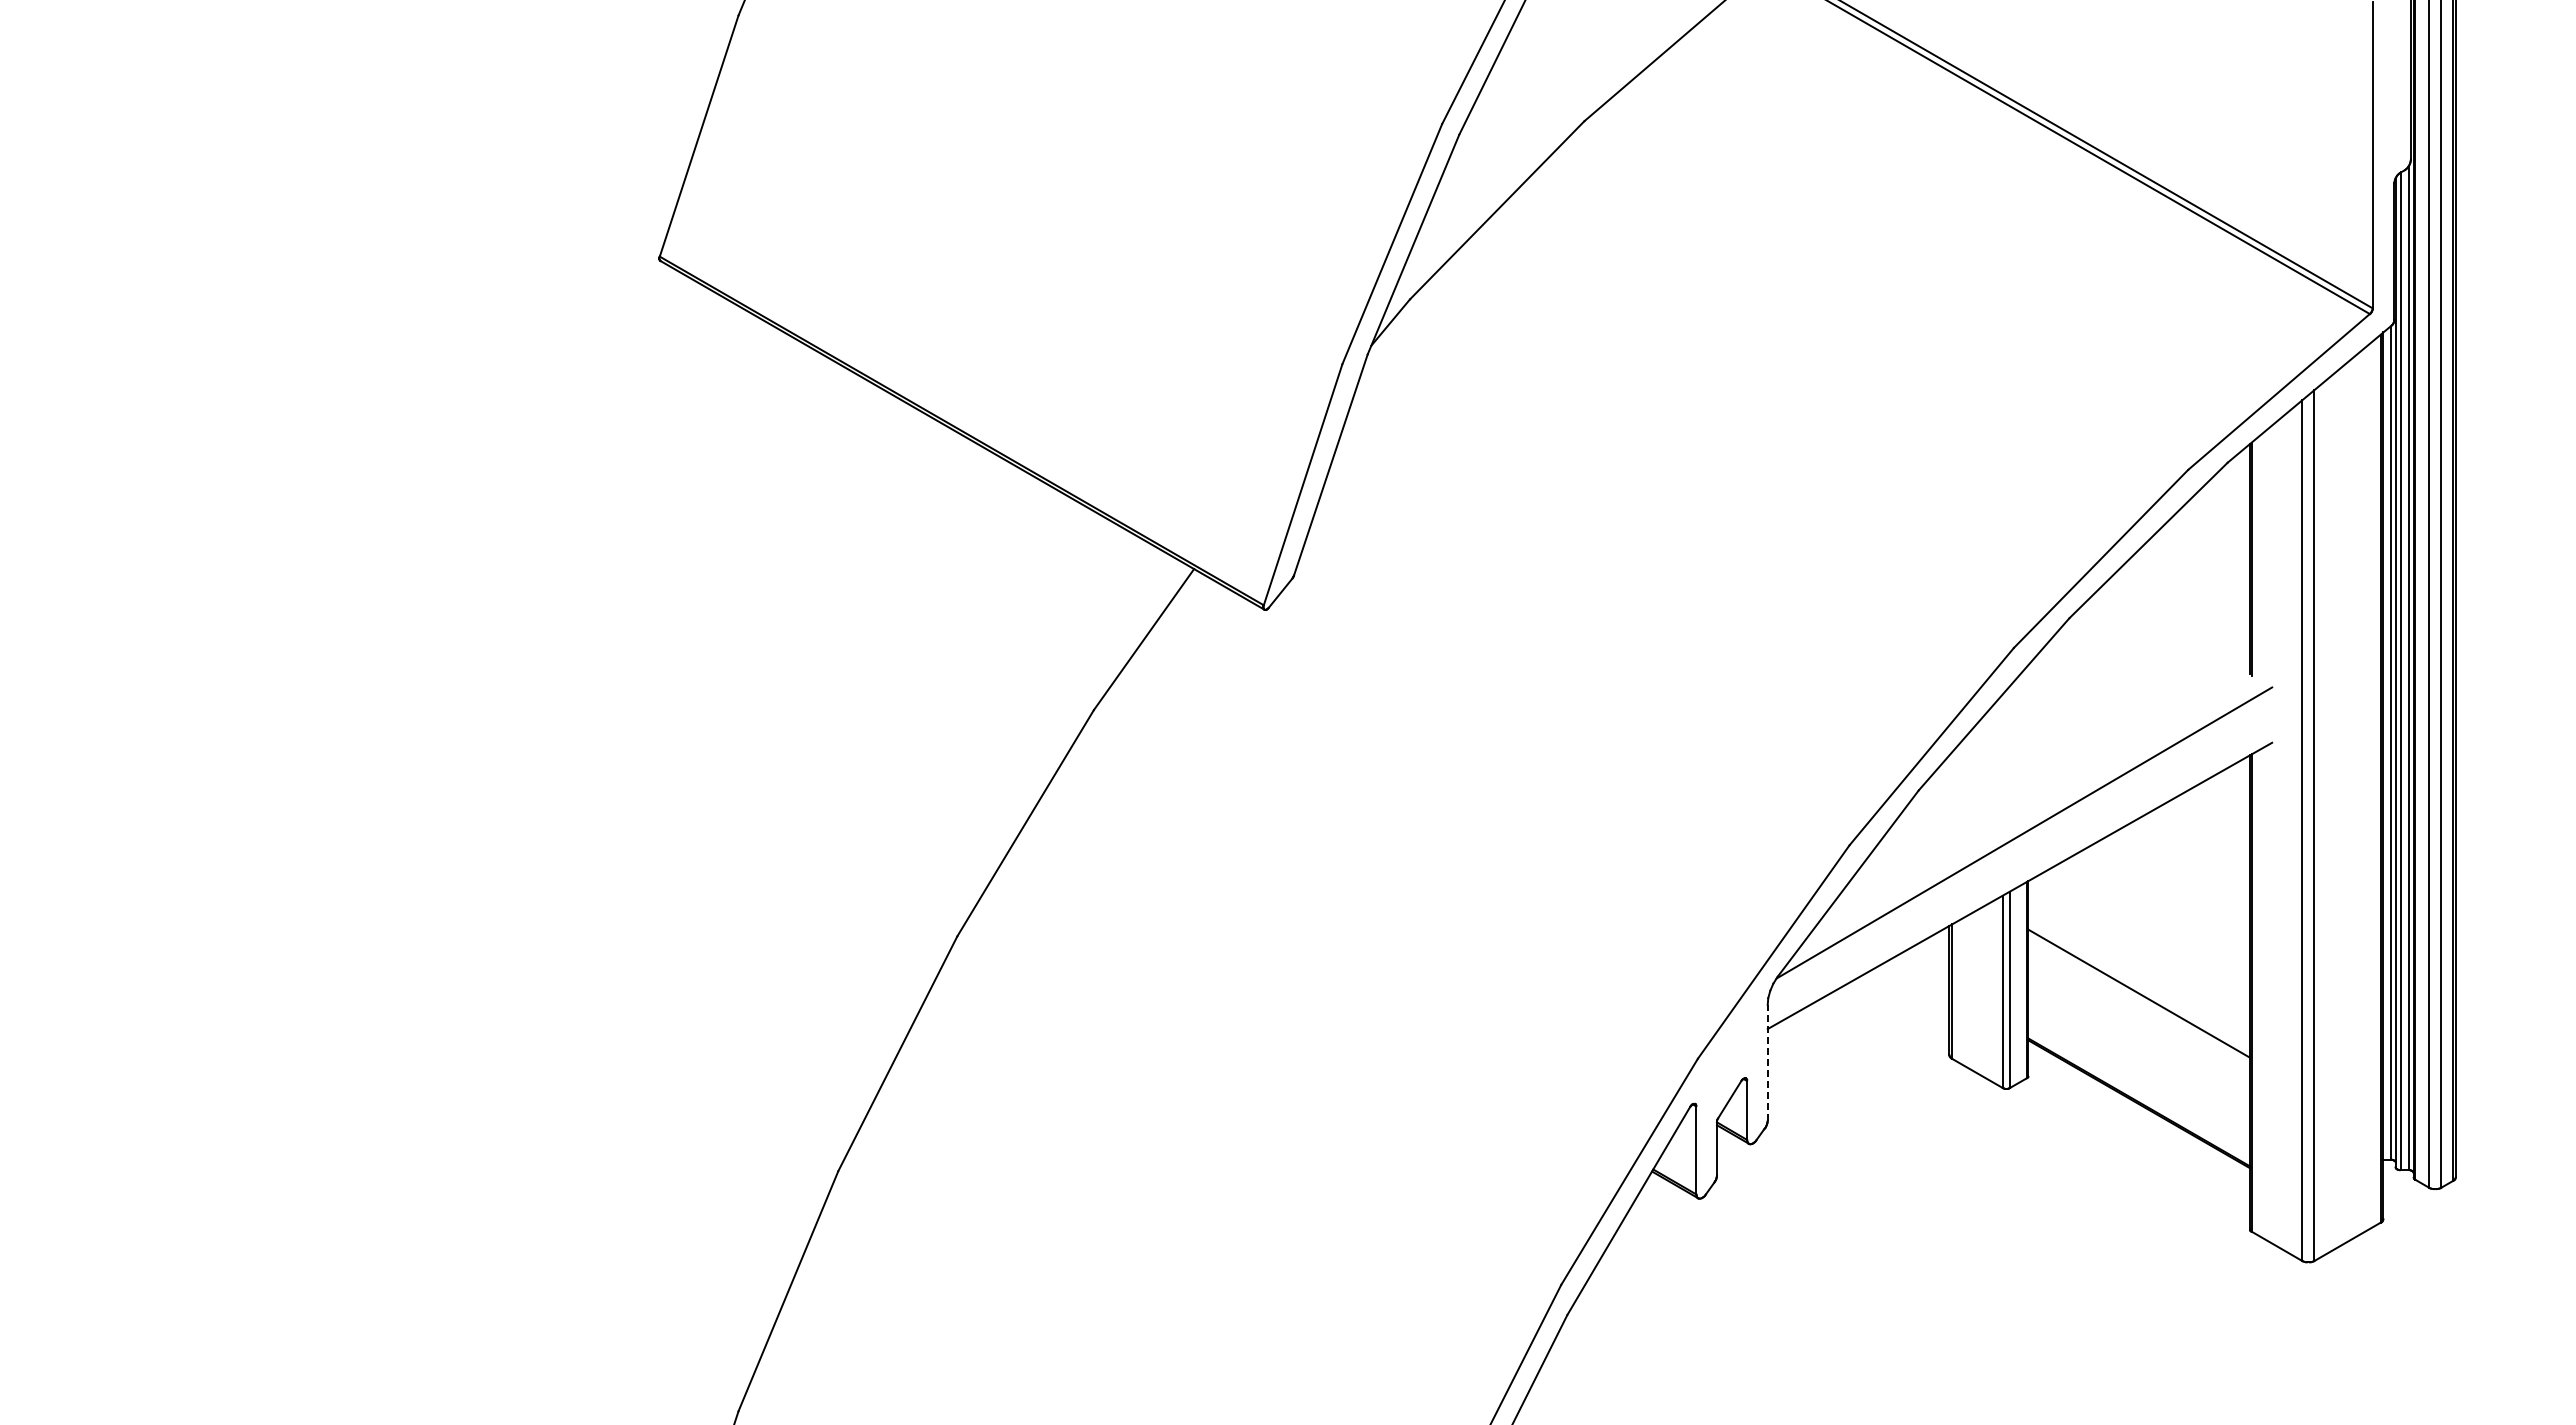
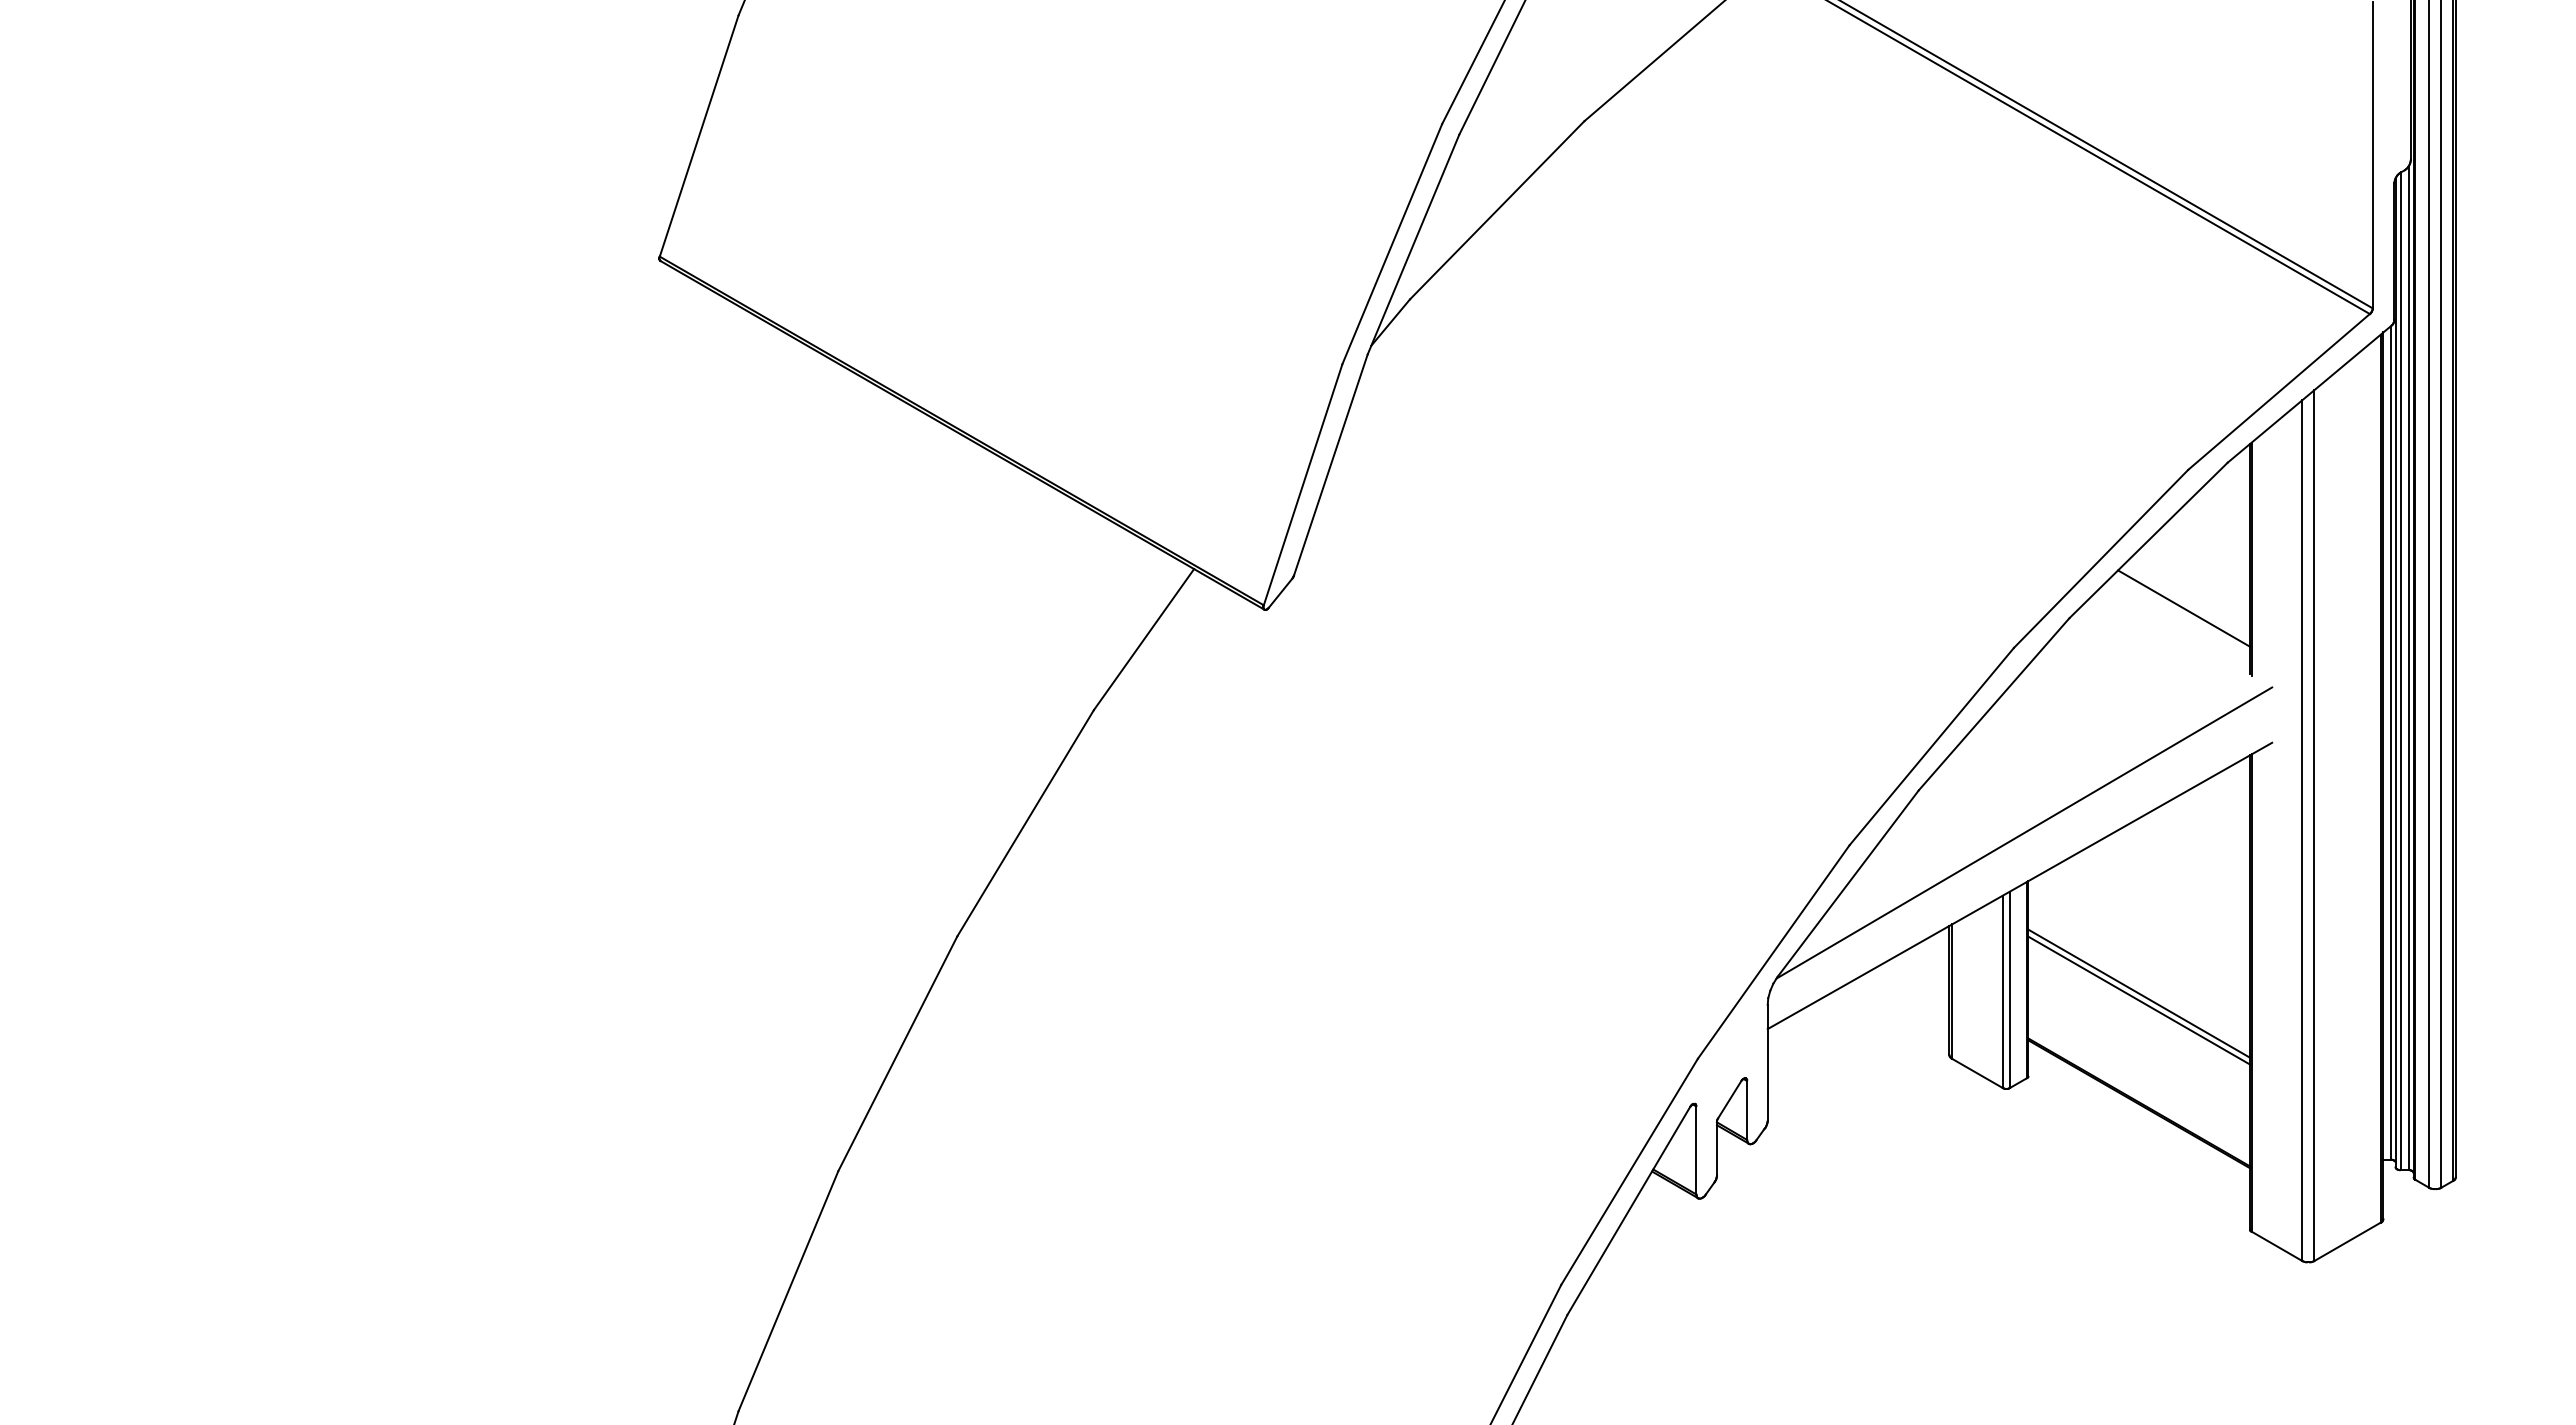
line at (2184, 608): none -> present
line at (2139, 1000): none -> present
line at (1767, 1062): dashed -> solid
